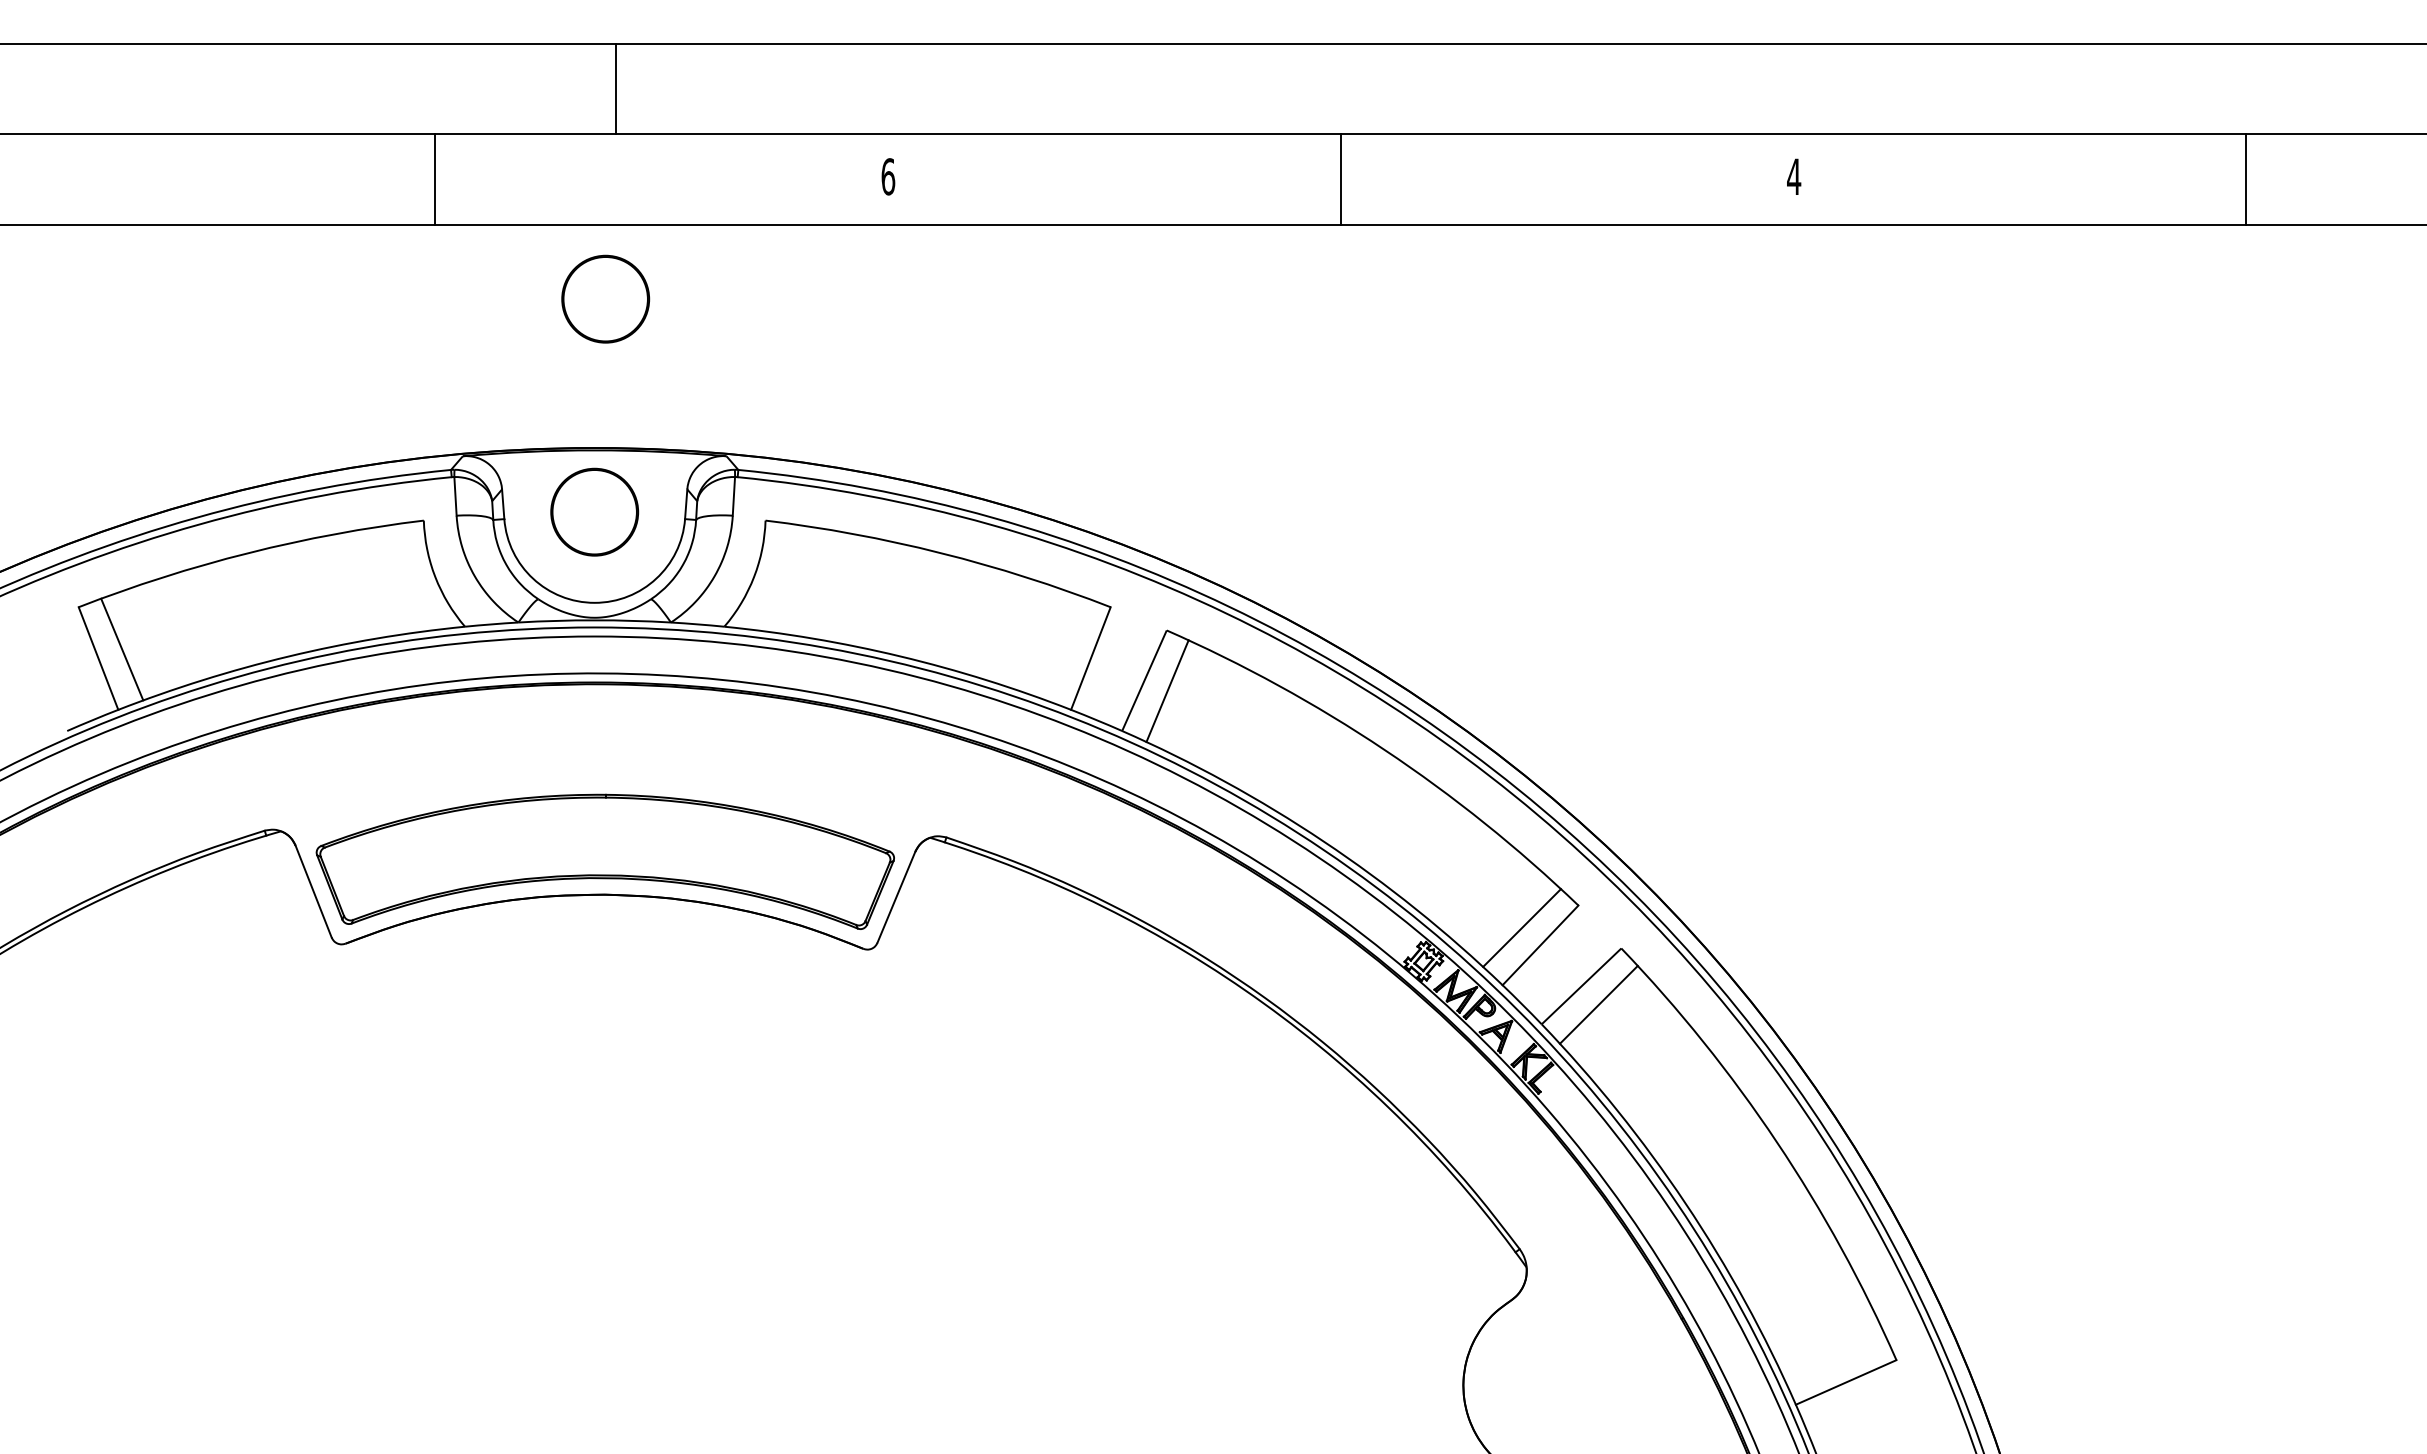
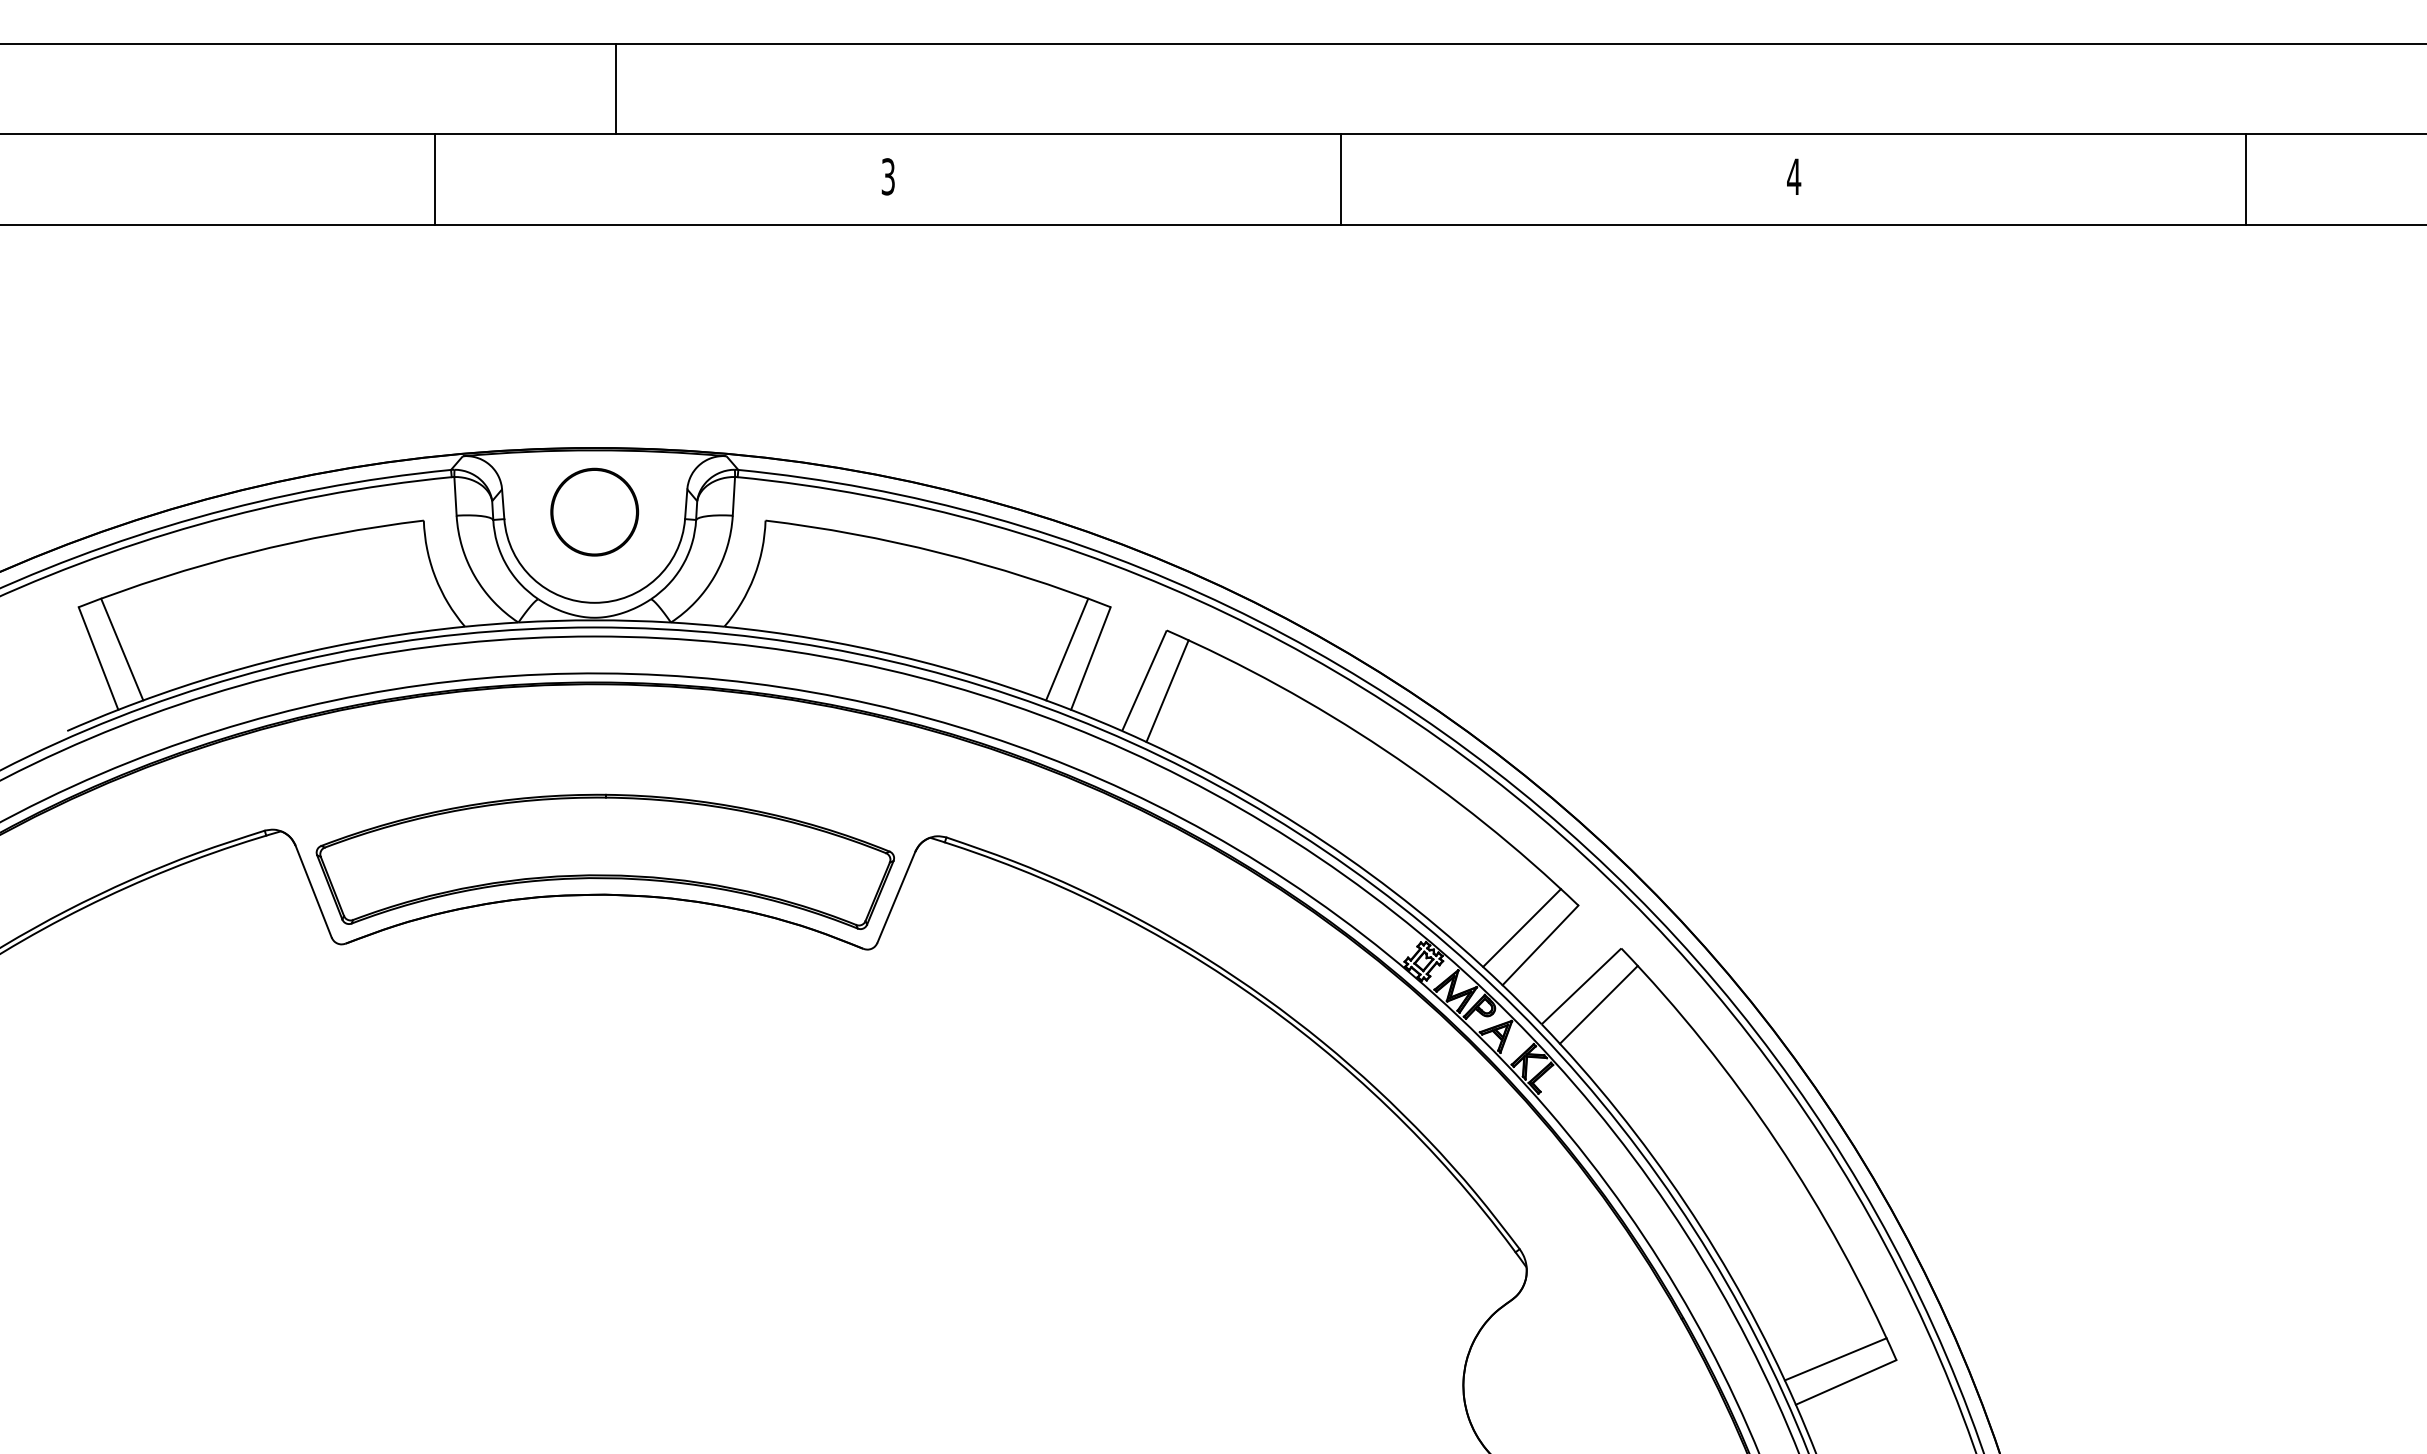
text at (888, 176): 6 -> 3
part at (605, 298): present -> none
line at (1067, 649): none -> present
line at (1835, 1359): none -> present
